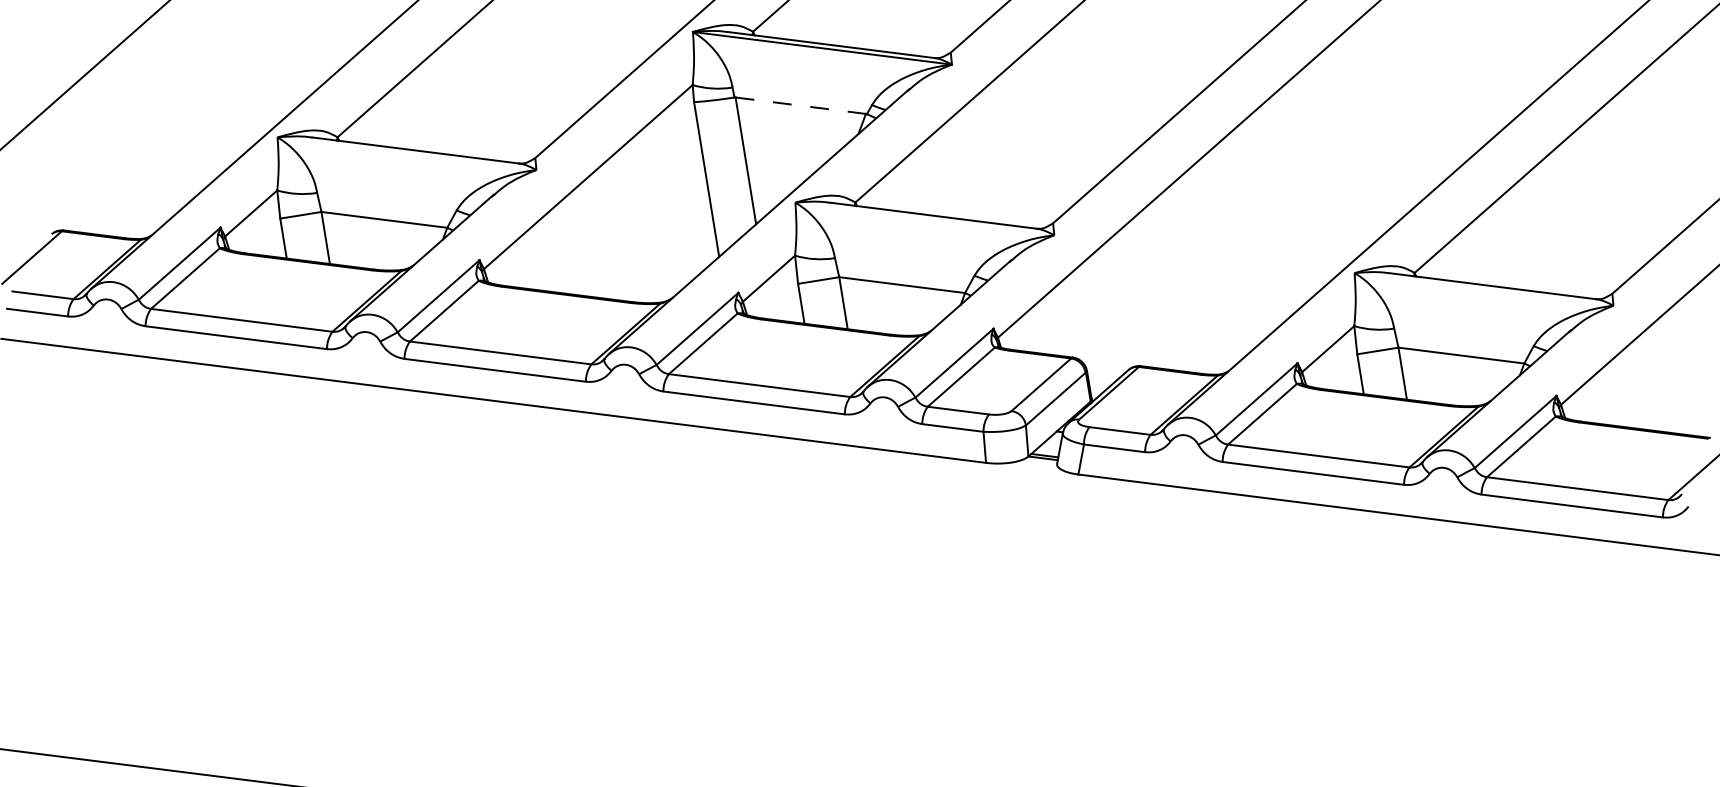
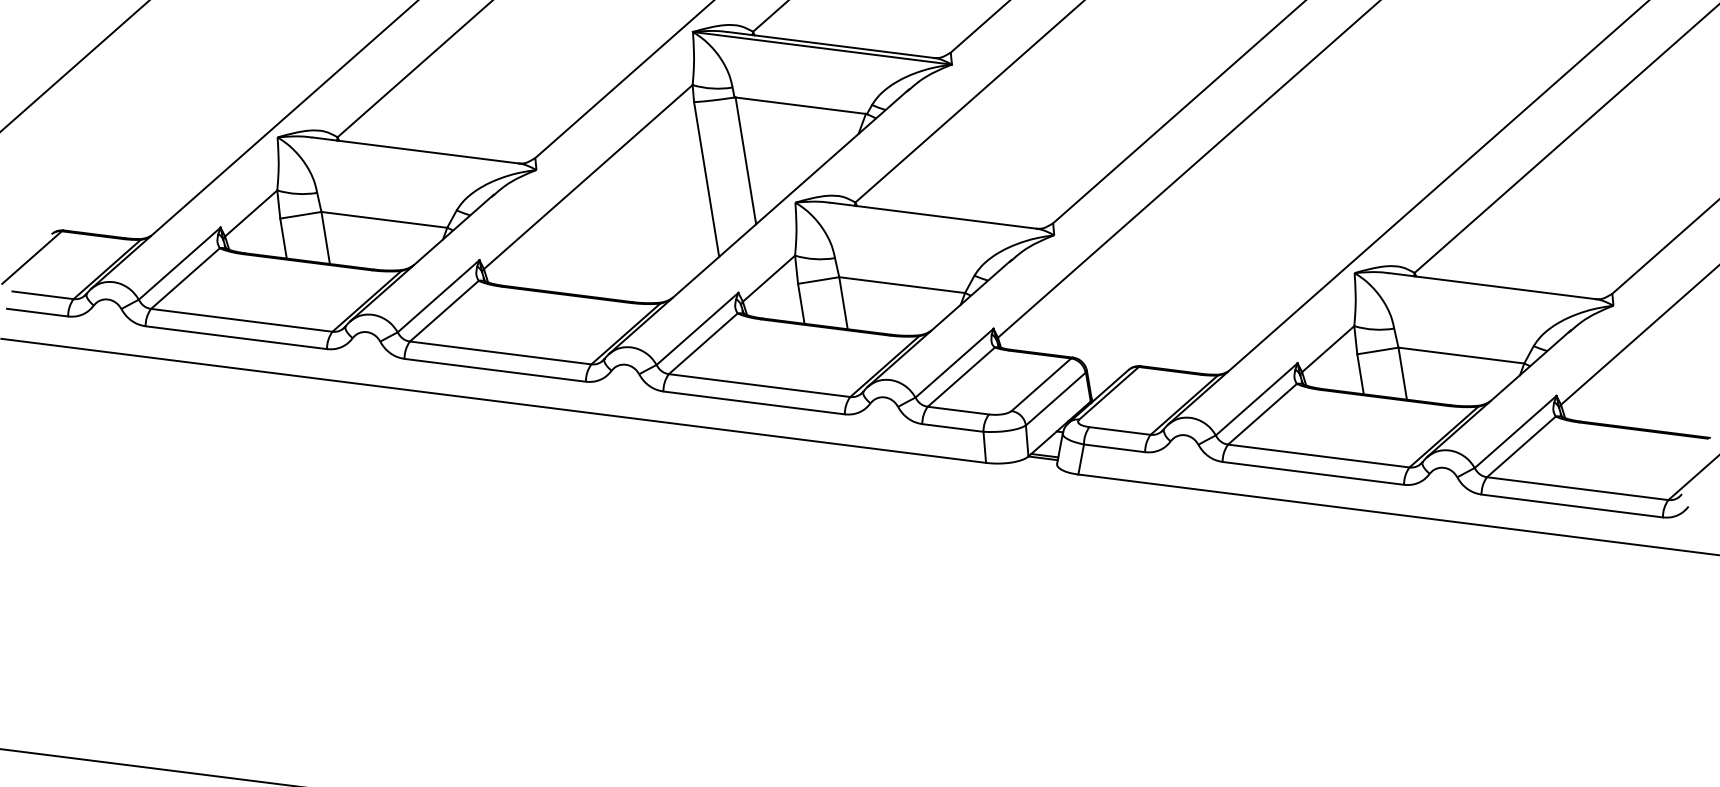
line at (84, 74) position: (84, 74) -> (74, 65)
line at (800, 105): dashed -> solid
